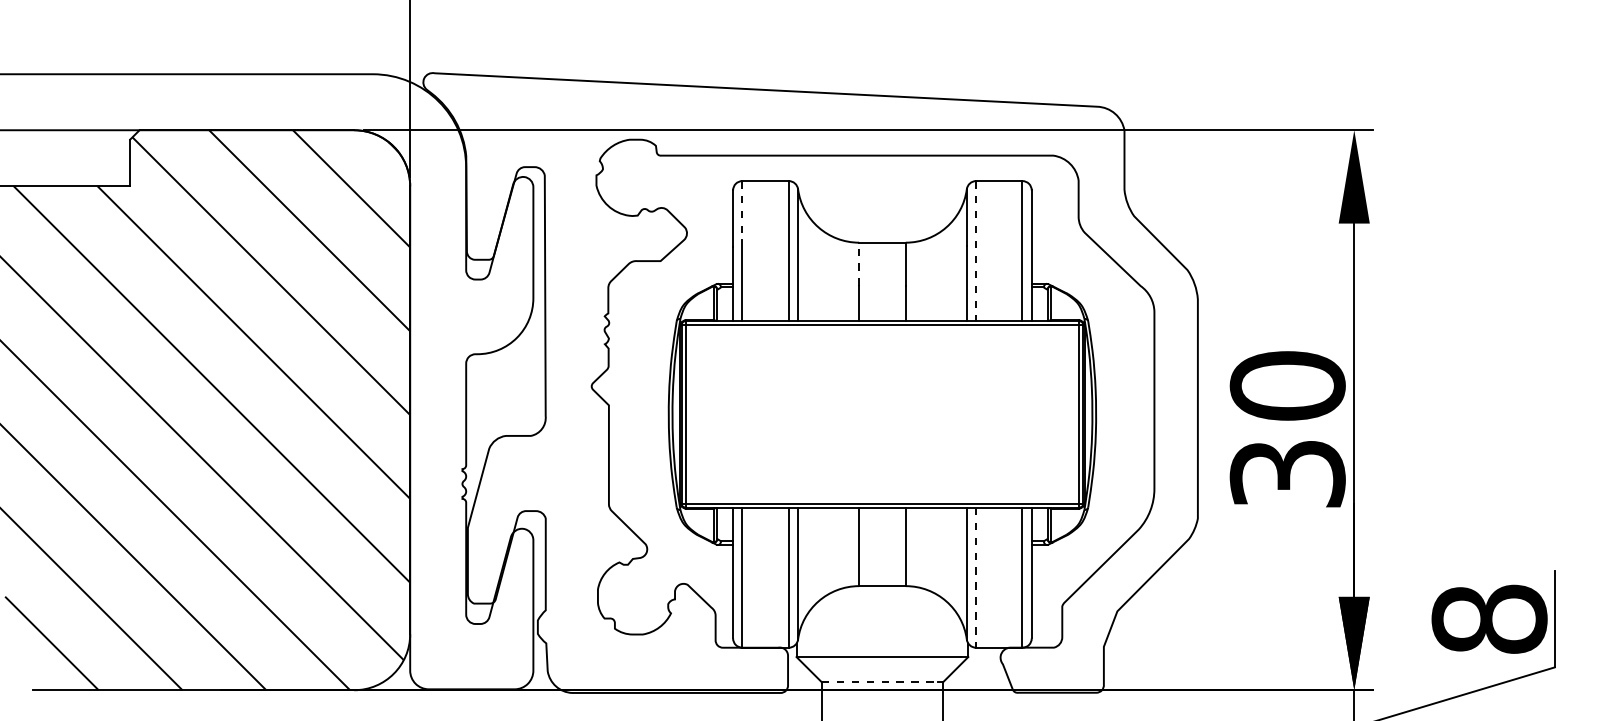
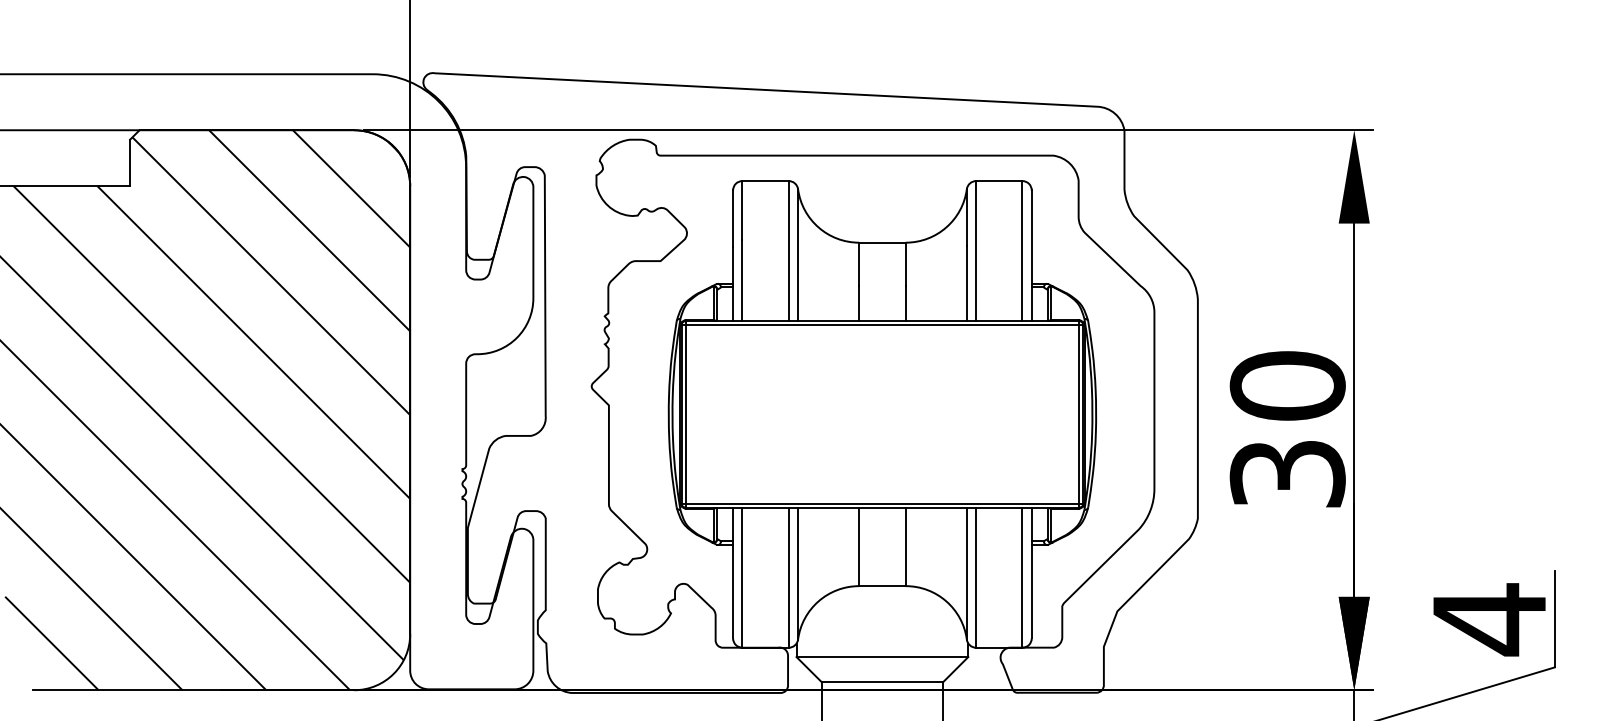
line at (742, 210): dashed -> solid
line at (976, 251): dashed -> solid
line at (859, 264): dashed -> solid
line at (976, 577): dashed -> solid
text at (1489, 619): 8 -> 4
line at (880, 682): dashed -> solid
